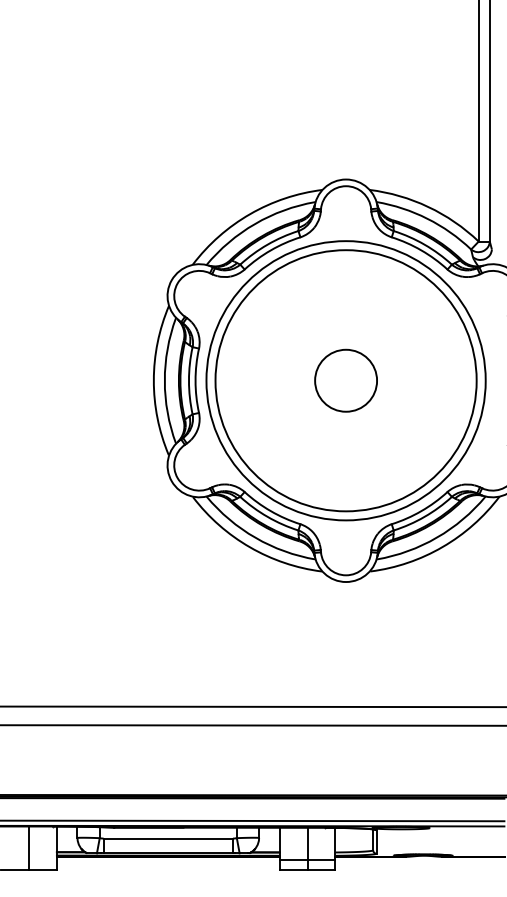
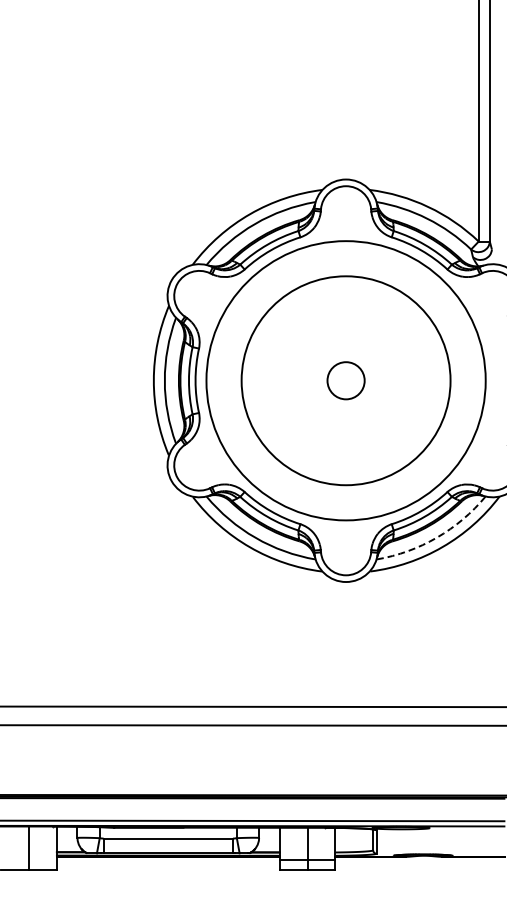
circle at (345, 380) diameter: 261 px -> 209 px
circle at (346, 380) diameter: 62 px -> 37 px
arc at (436, 537): solid -> dashed
